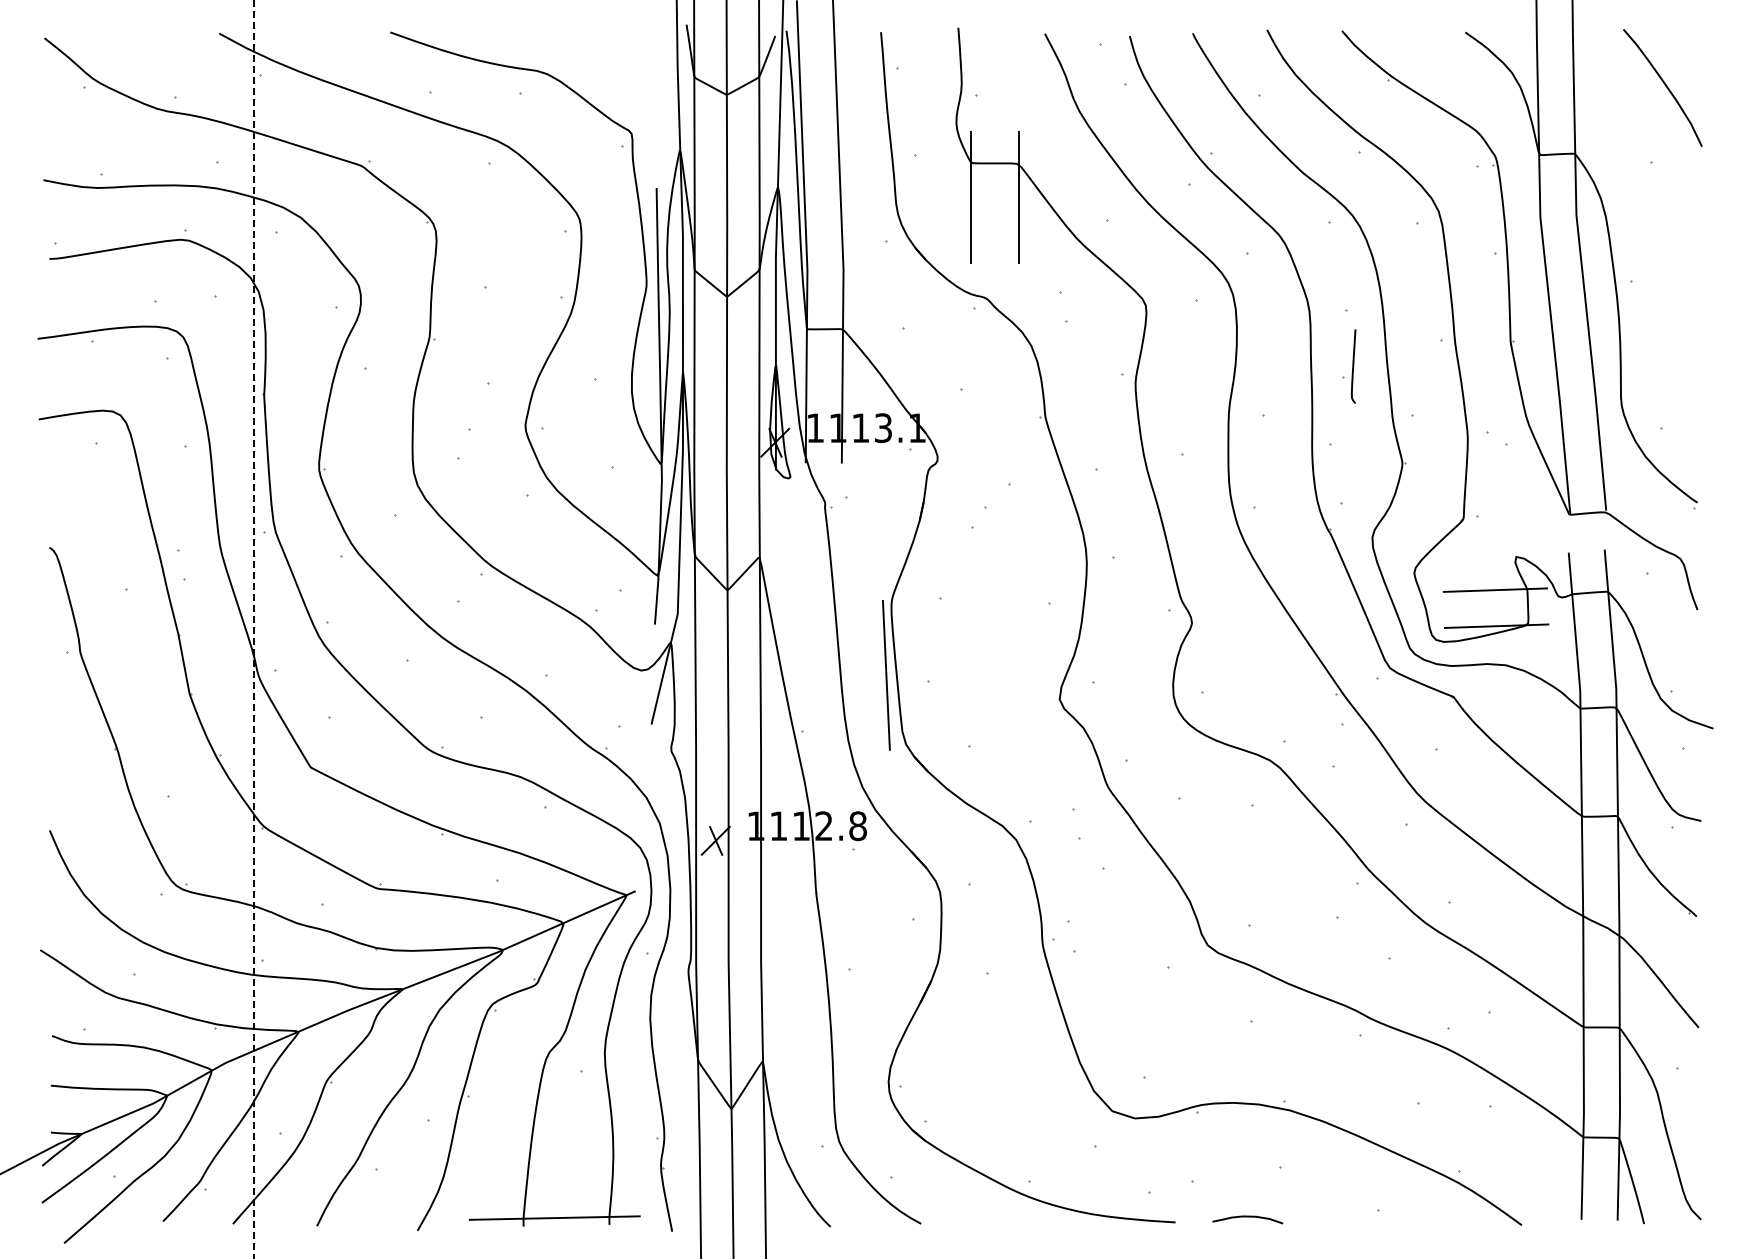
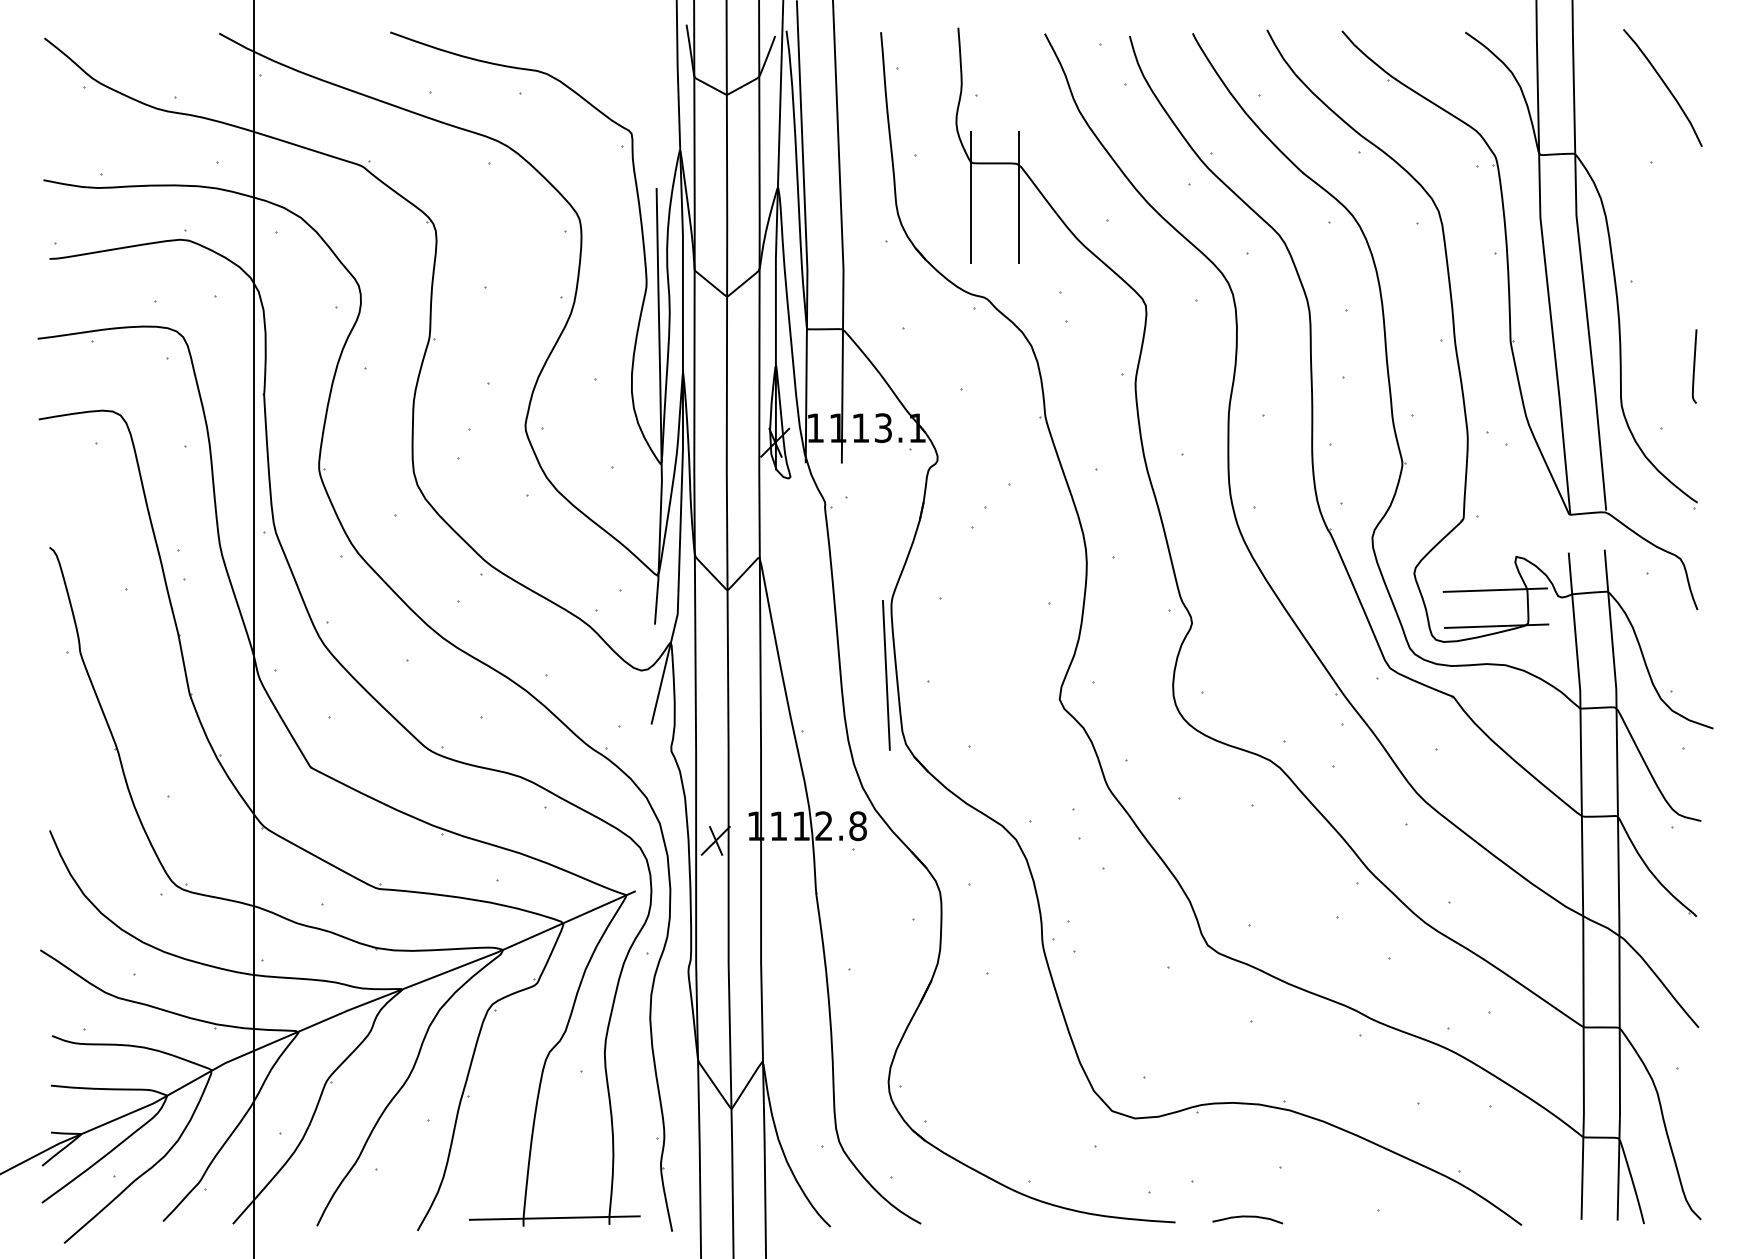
curve at (1353, 366) position: (1353, 366) -> (1694, 366)
line at (253, 629): dashed -> solid
